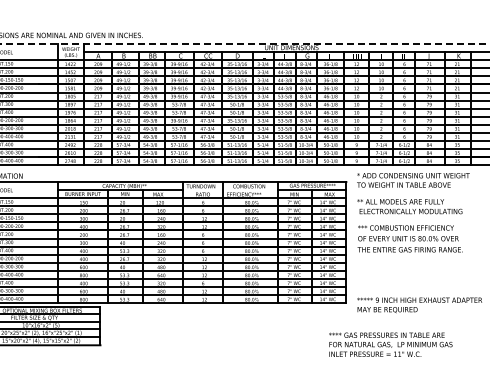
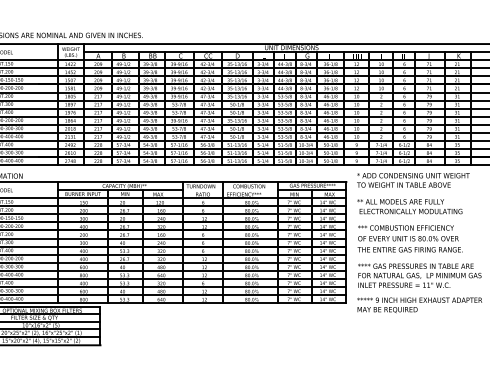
line at (245, 44): dashed -> solid
text at (390, 344) position: (390, 344) -> (419, 275)
